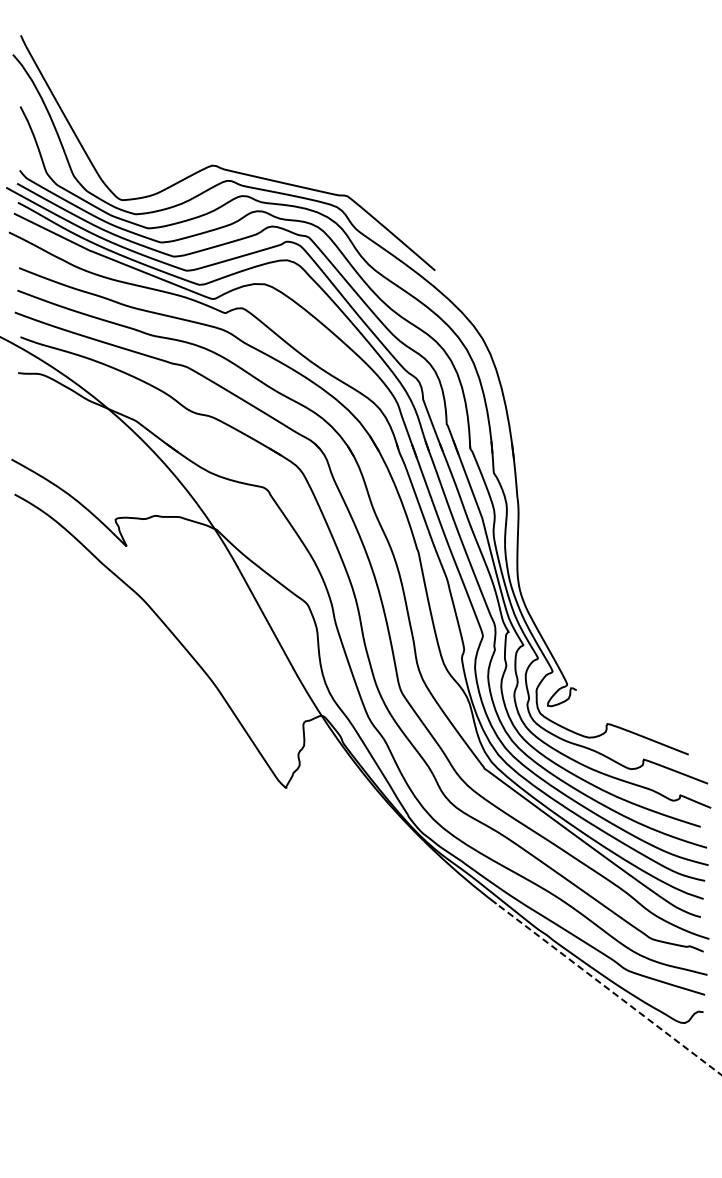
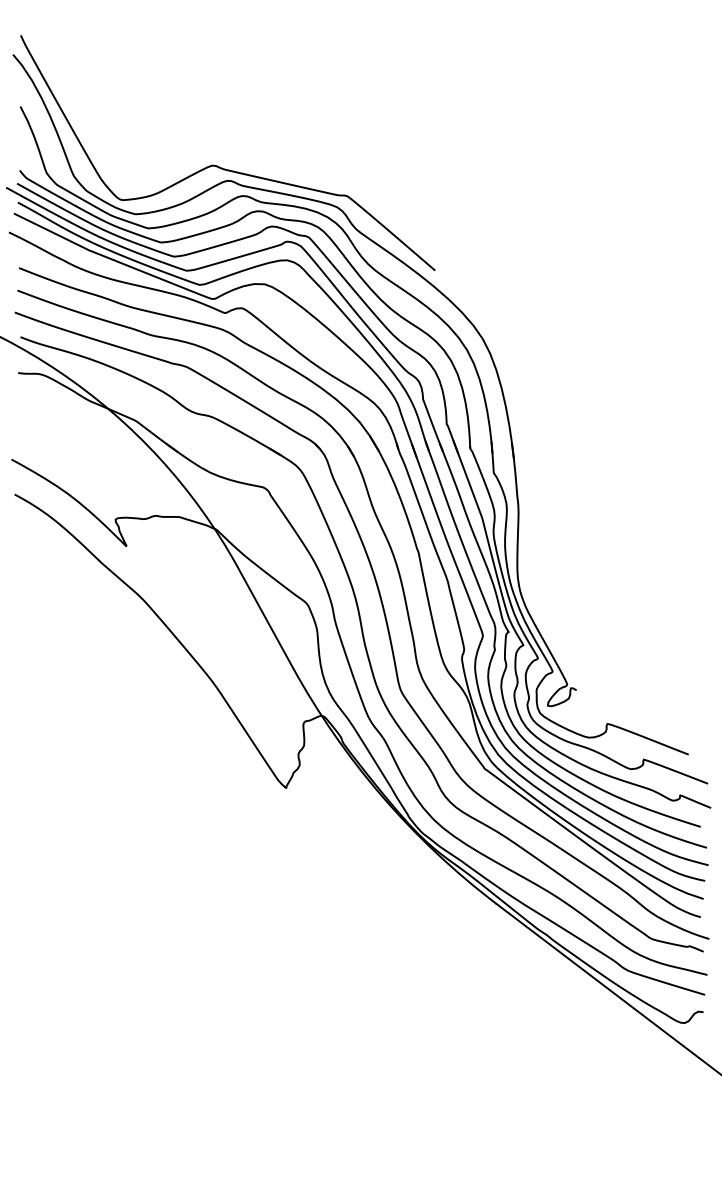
line at (608, 989): dashed -> solid
